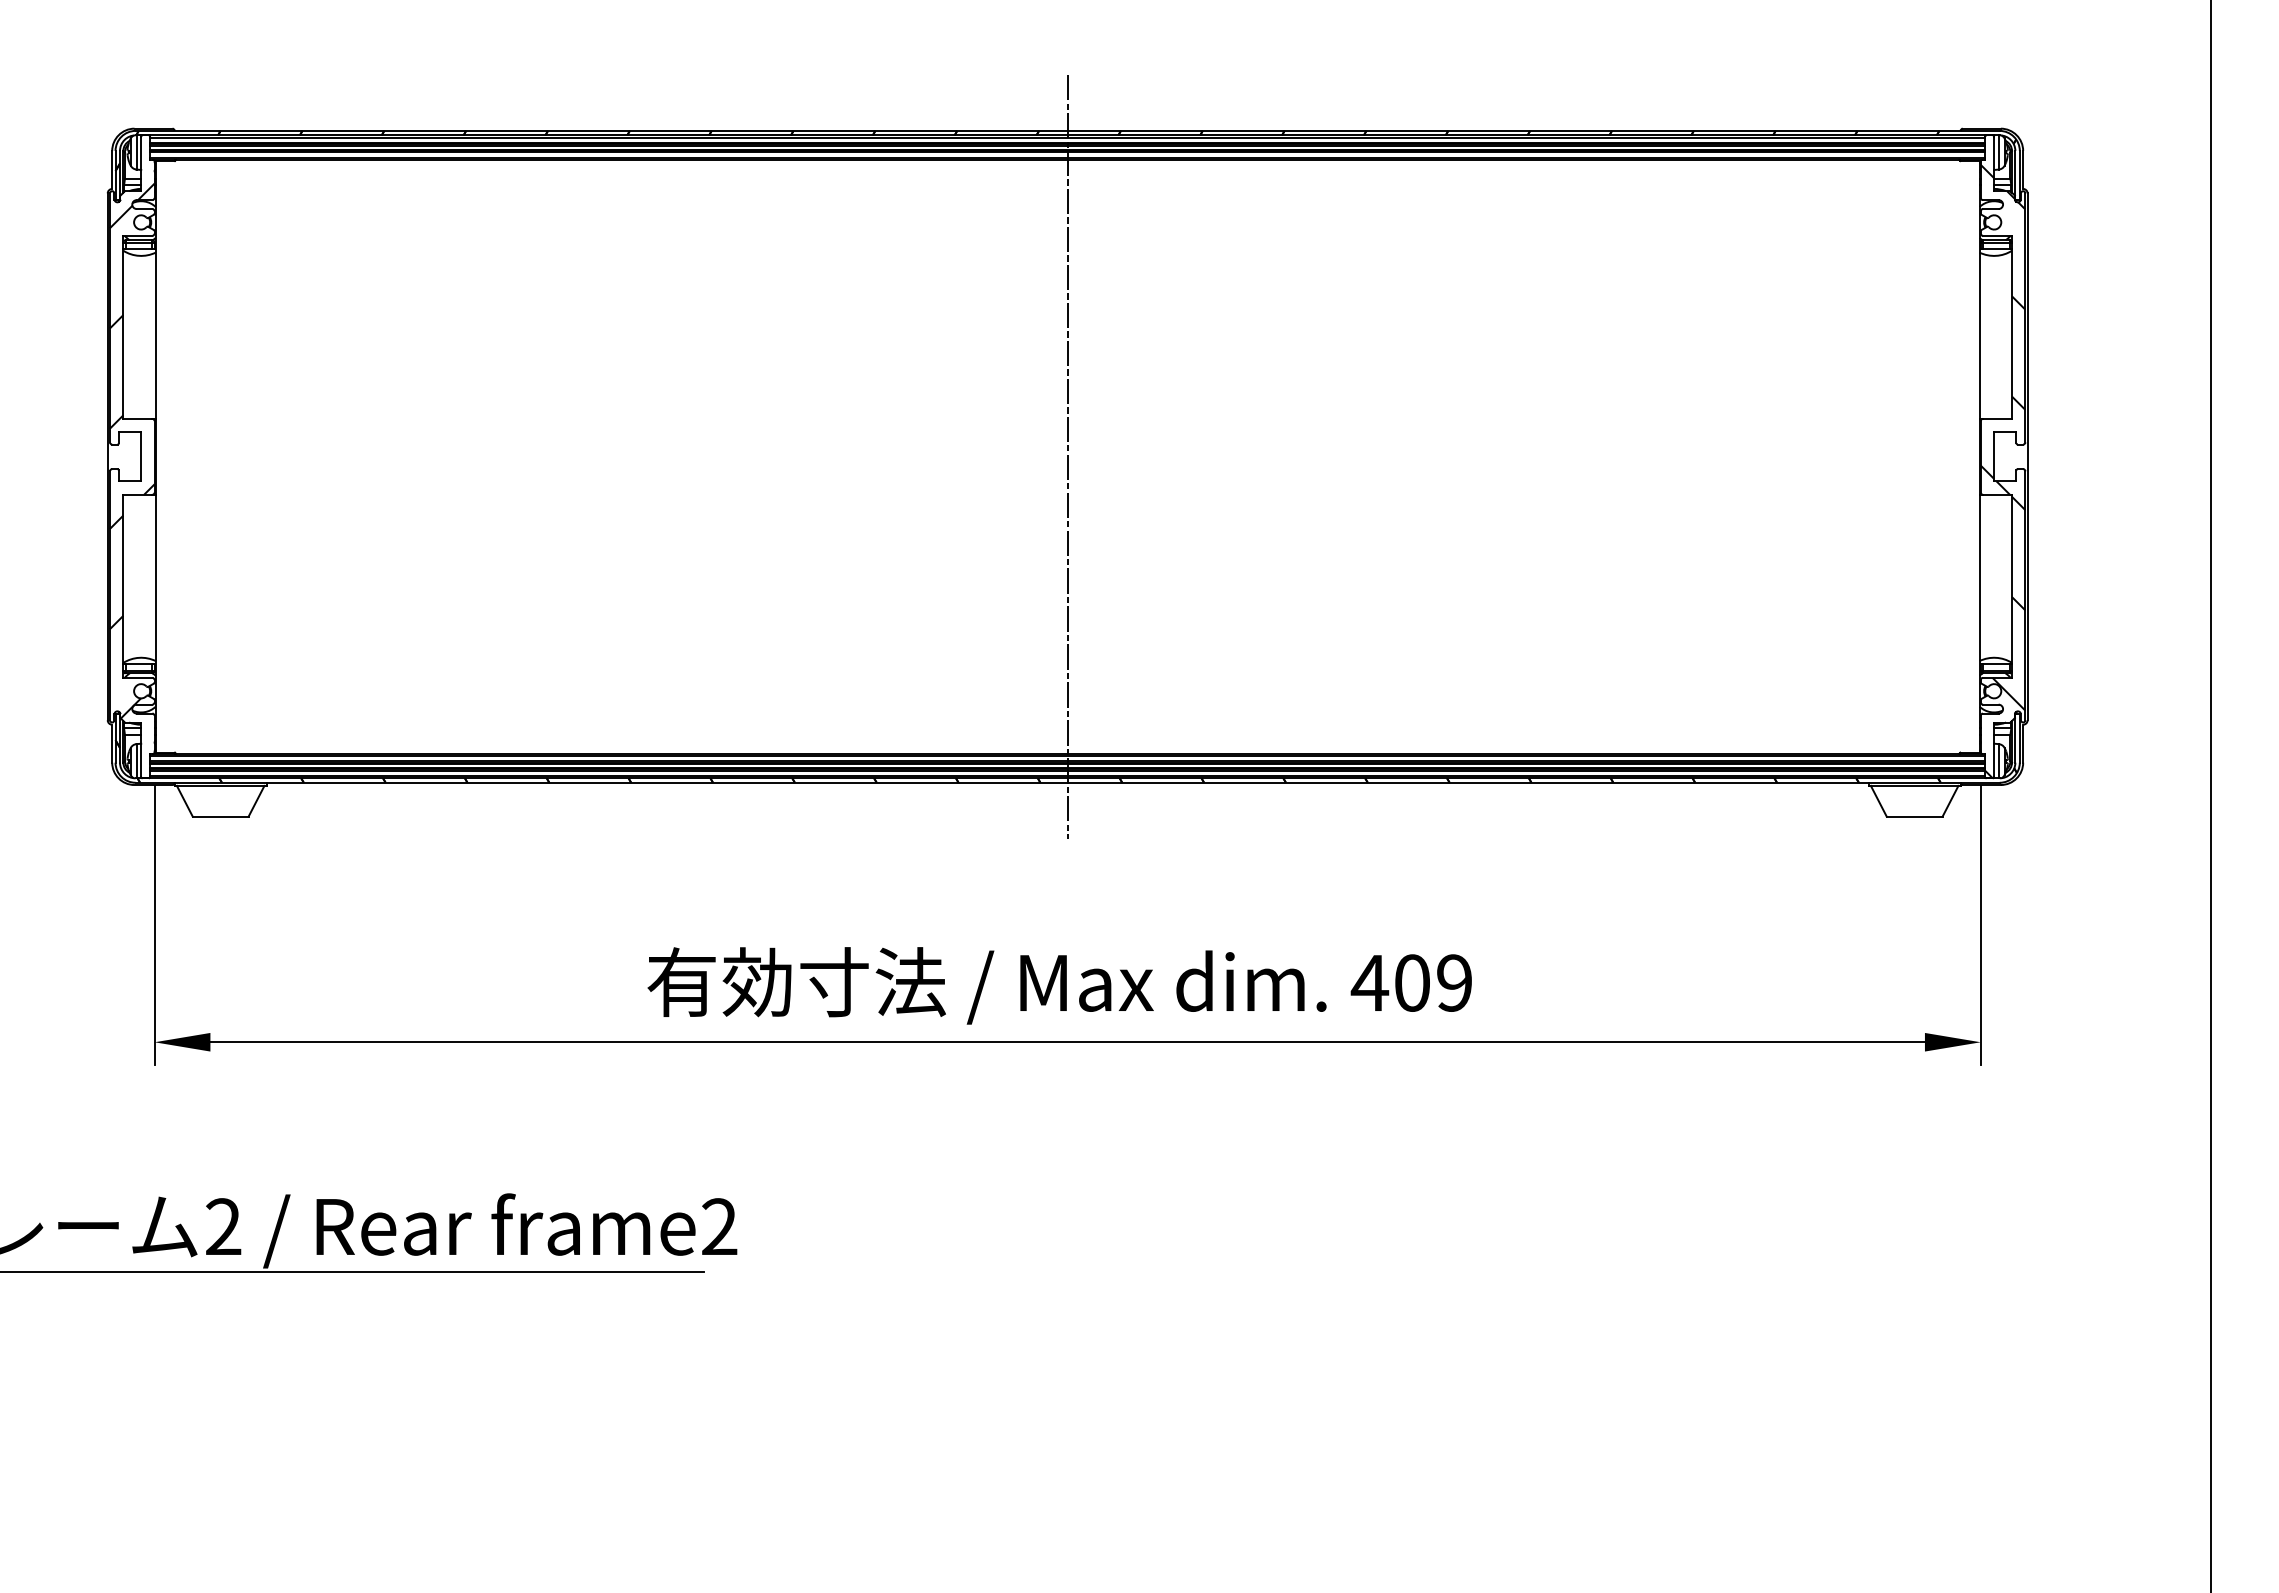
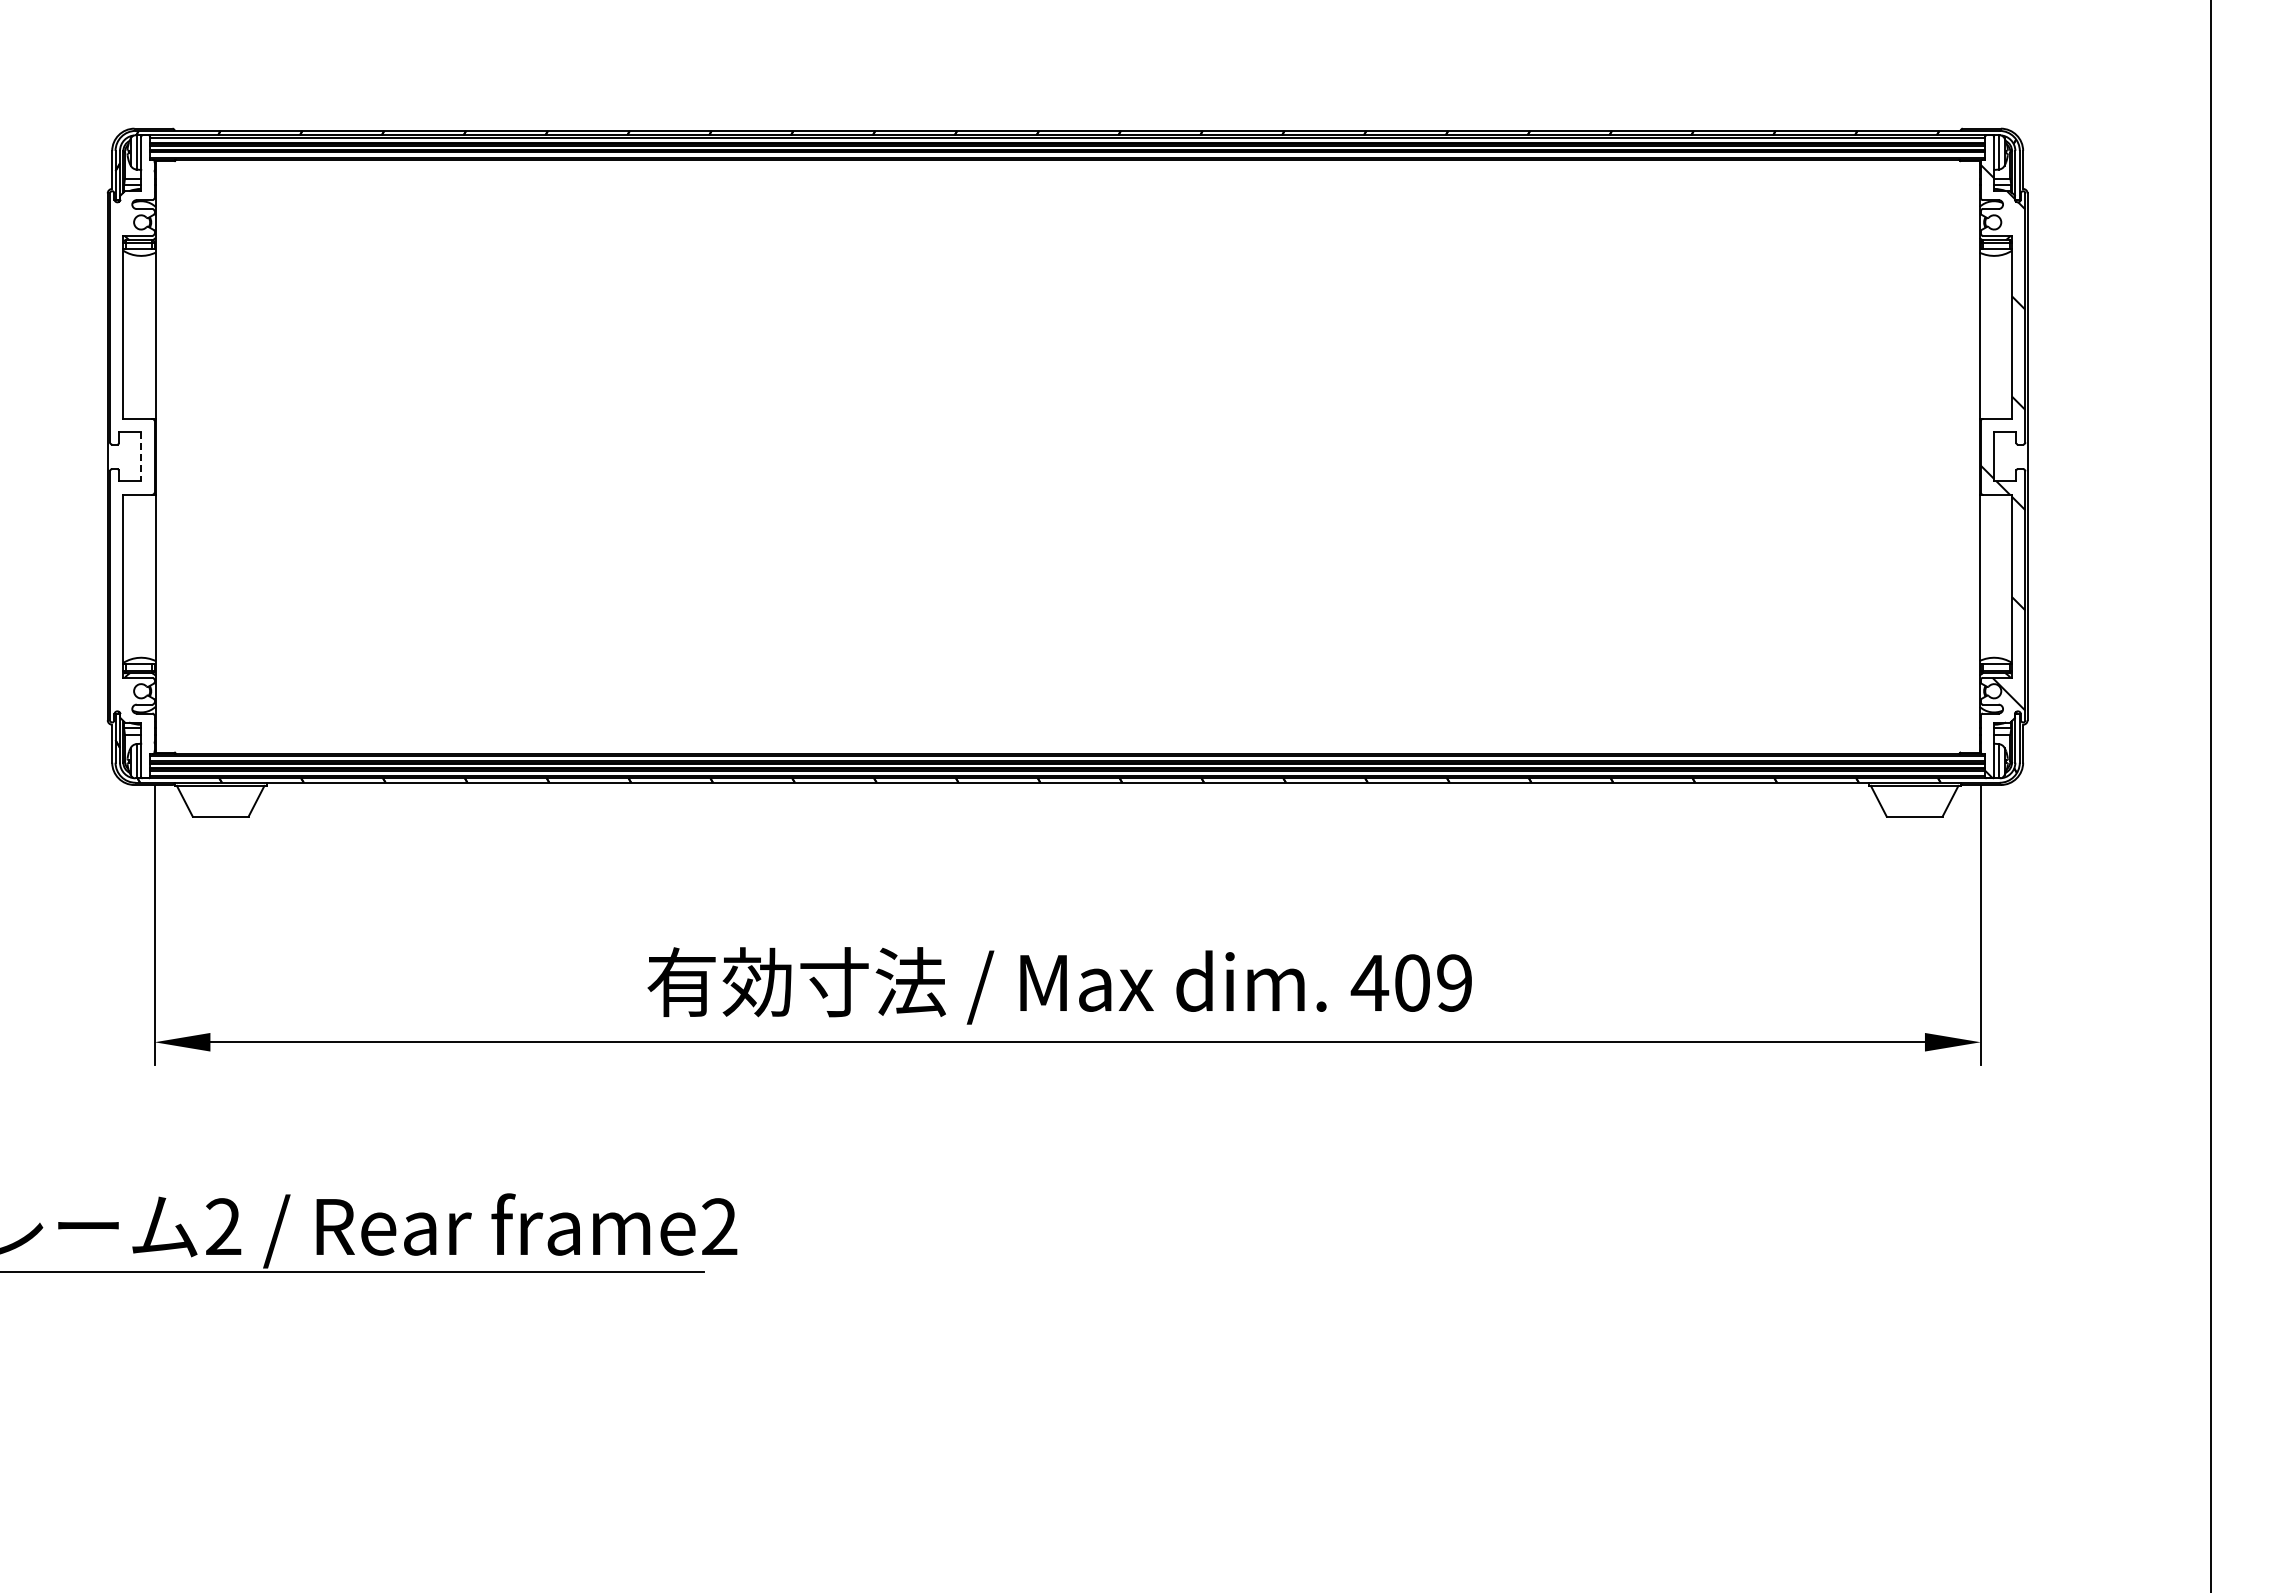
hatch at (131, 450): present -> none
line at (141, 456): solid -> dashed
line at (1067, 456): present -> none
